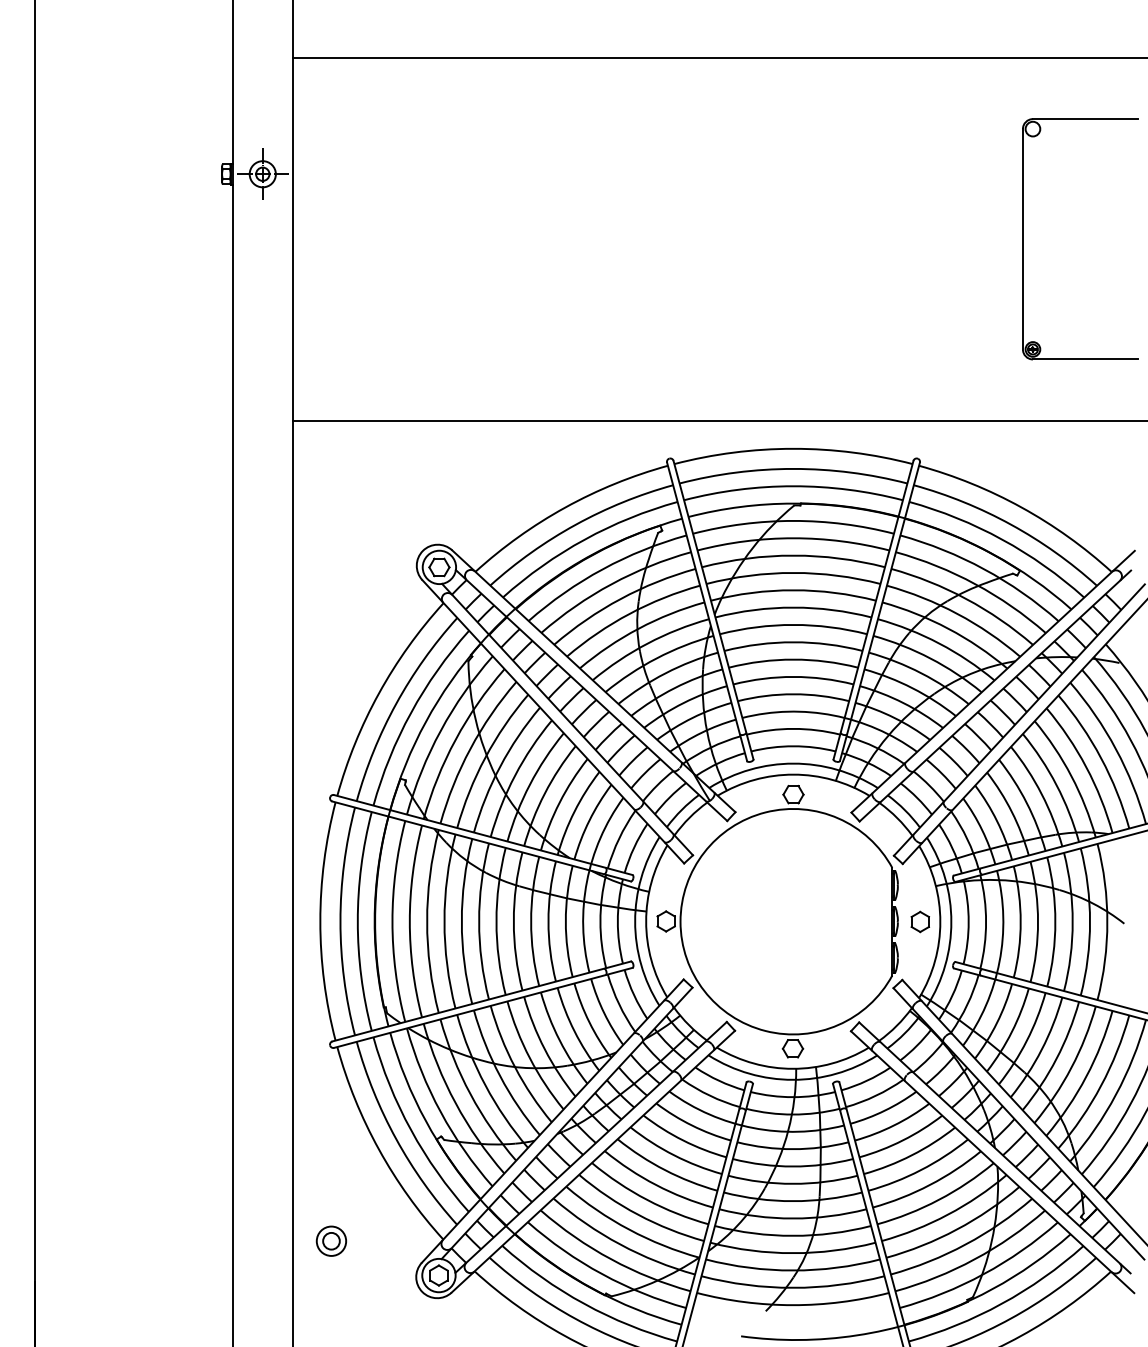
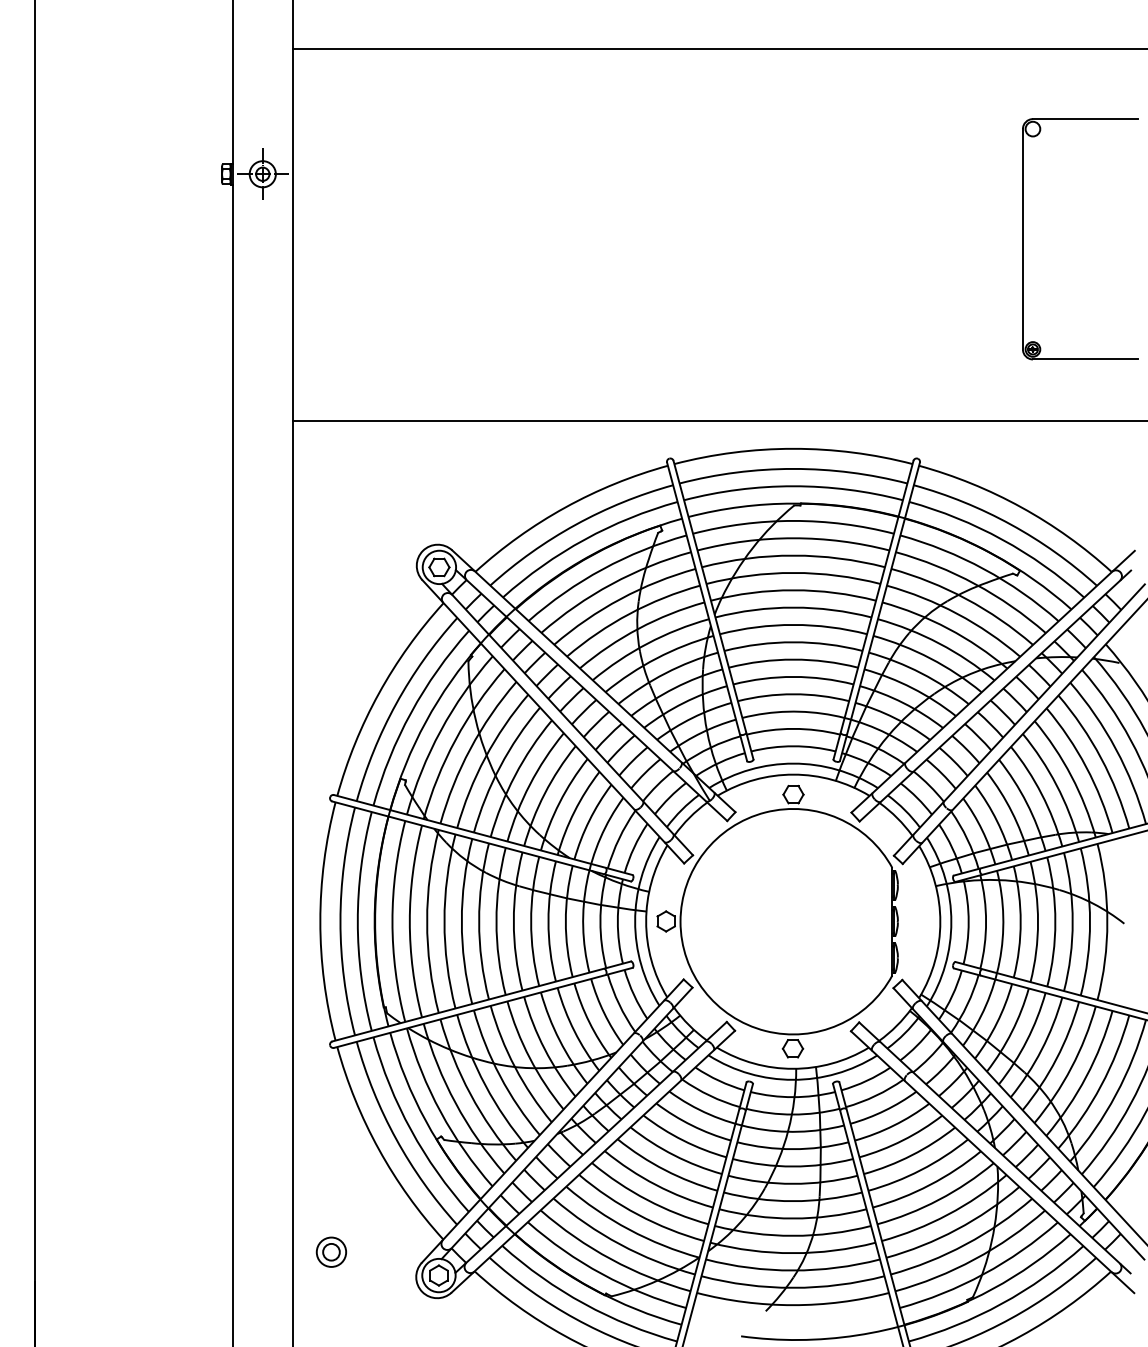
line at (718, 57) position: (718, 57) -> (718, 48)
part at (919, 921): present -> none
part at (331, 1240) position: (331, 1240) -> (331, 1251)
